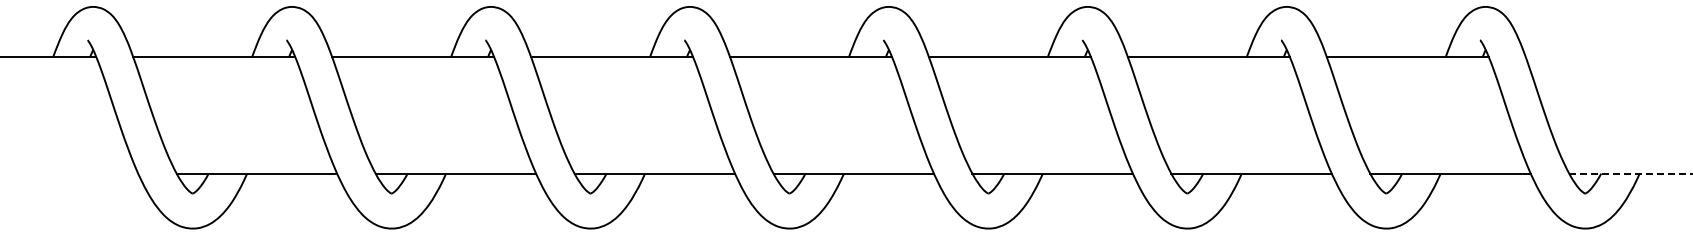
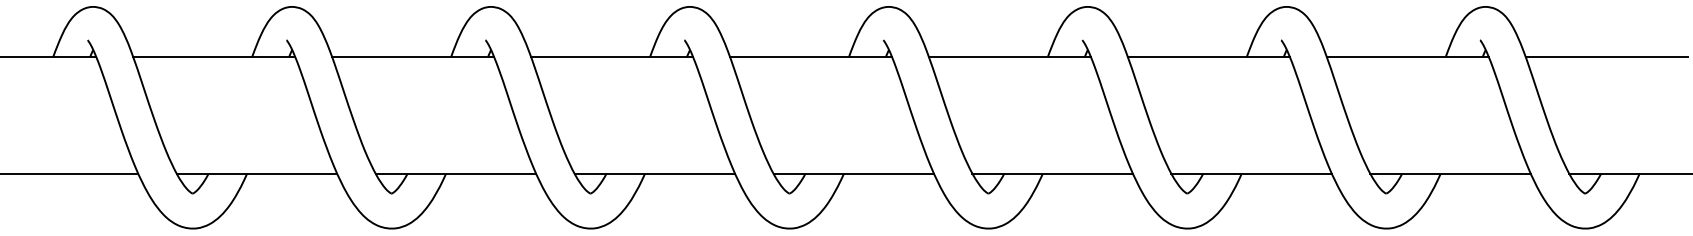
line at (1606, 57): none -> present
line at (70, 173): none -> present
line at (1630, 173): dashed -> solid
